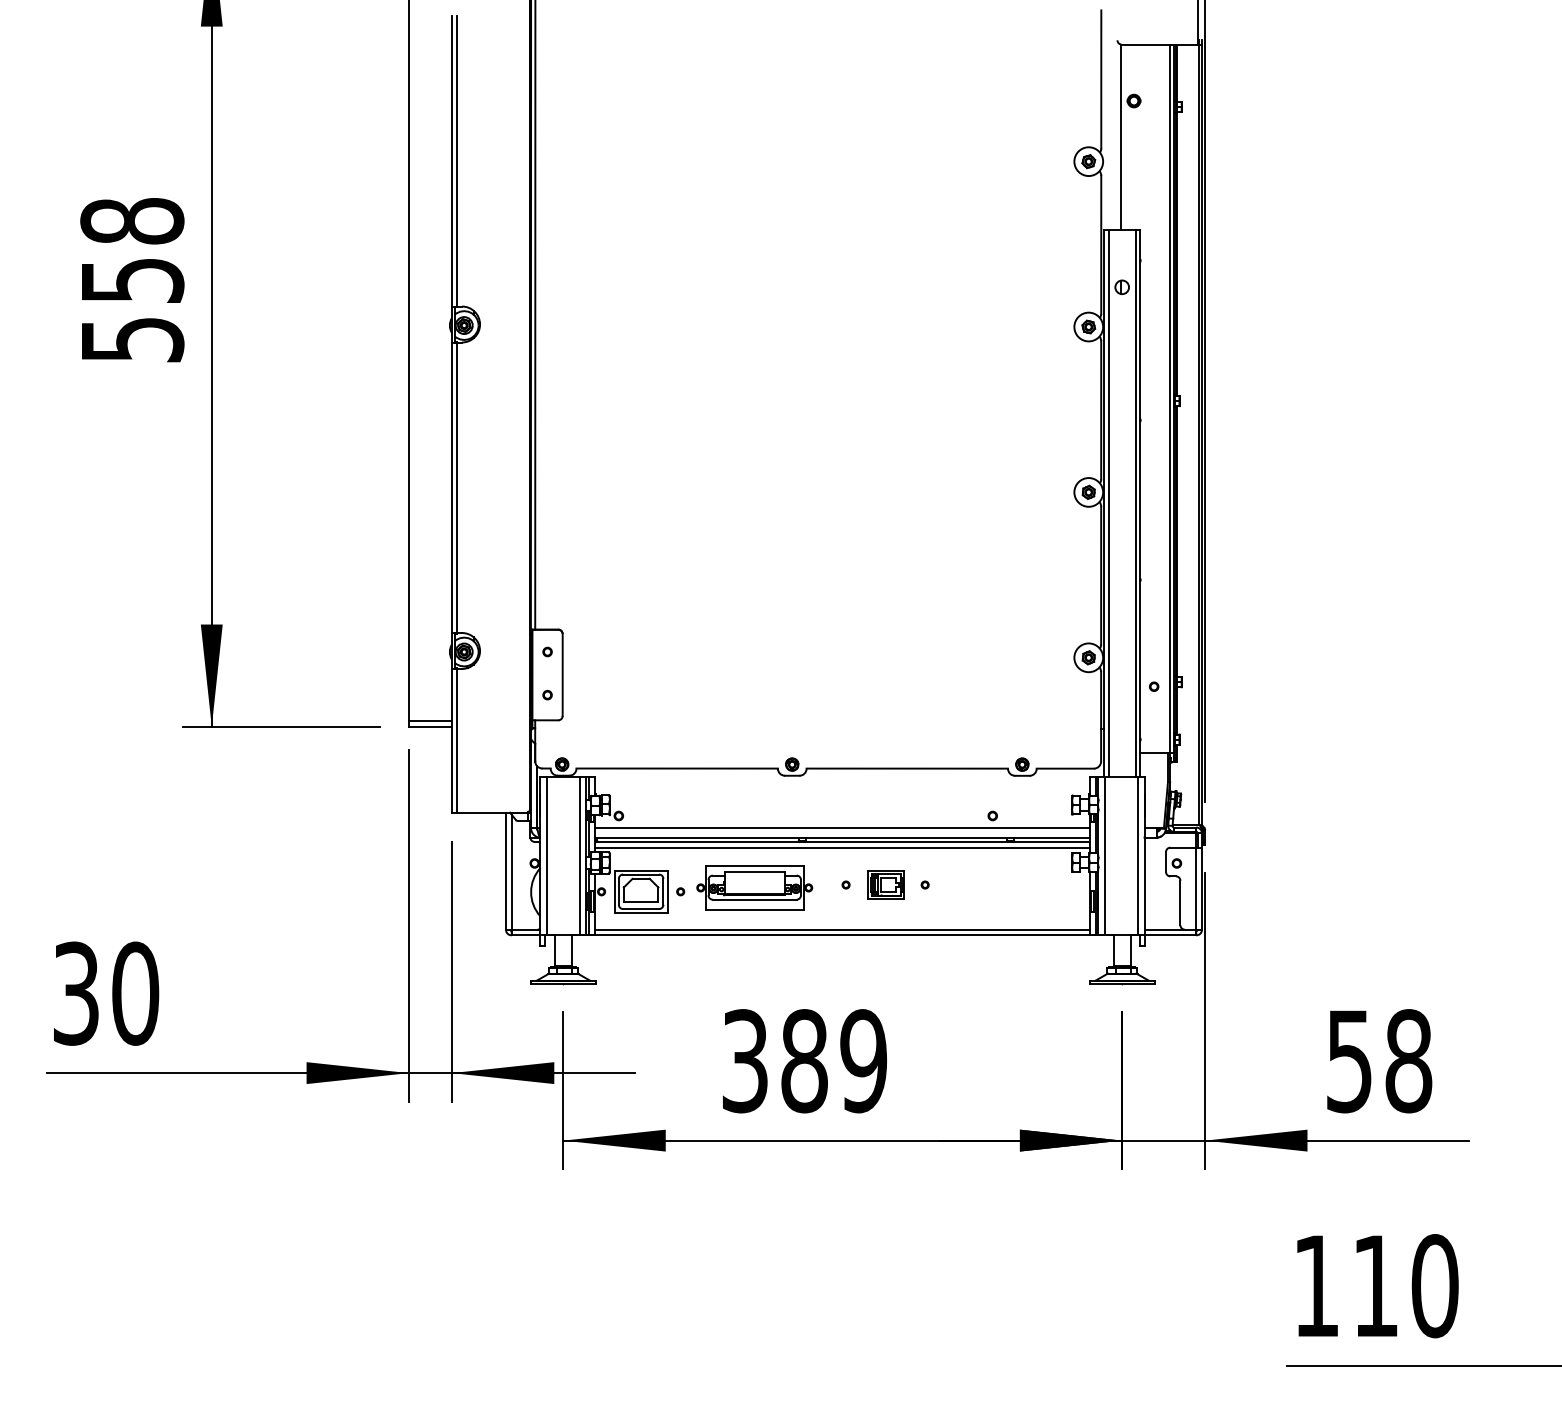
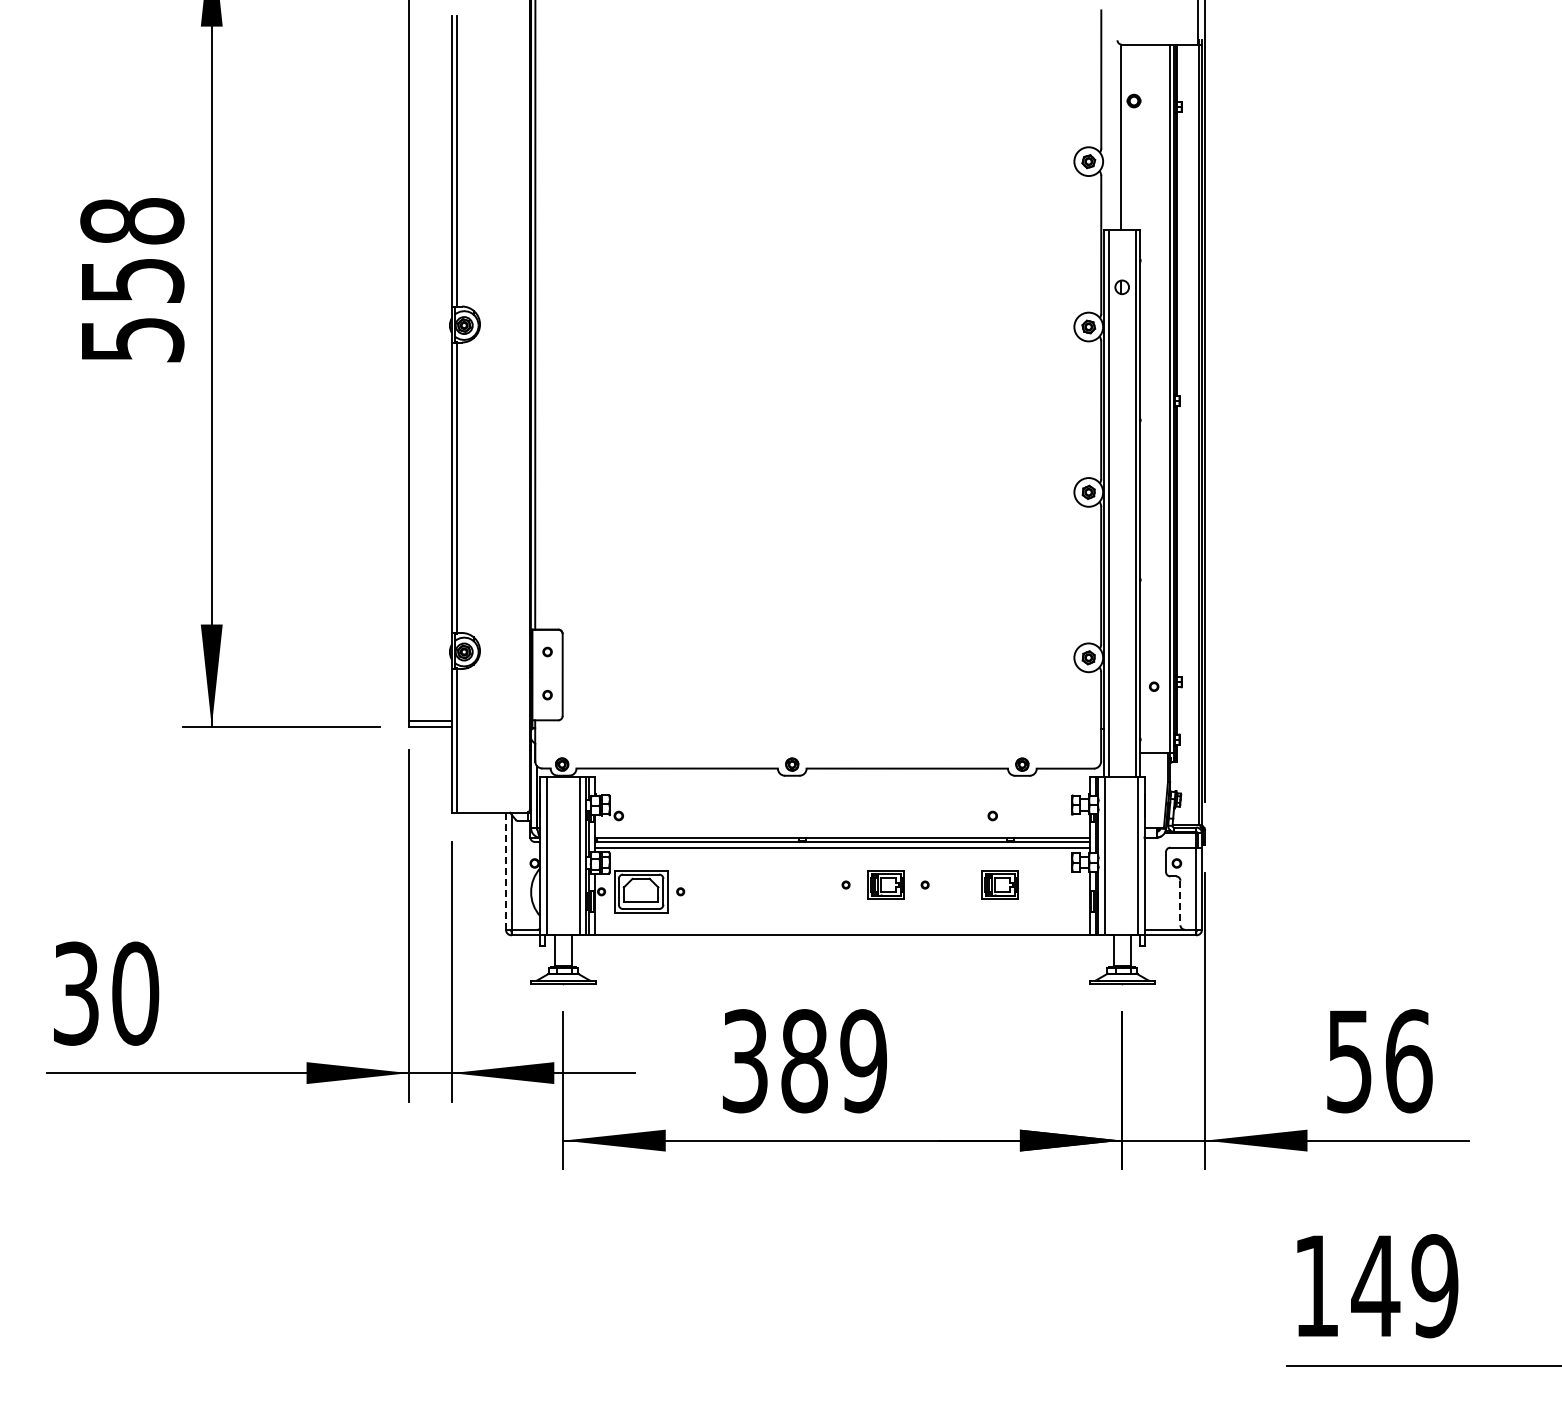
line at (842, 828): present -> none
line at (505, 871): solid -> dashed
part at (999, 884): none -> present
part at (754, 887): present -> none
line at (1180, 903): solid -> dashed
line at (842, 929): present -> none
text at (1408, 1061): 58 -> 56
text at (1404, 1286): 110 -> 149
